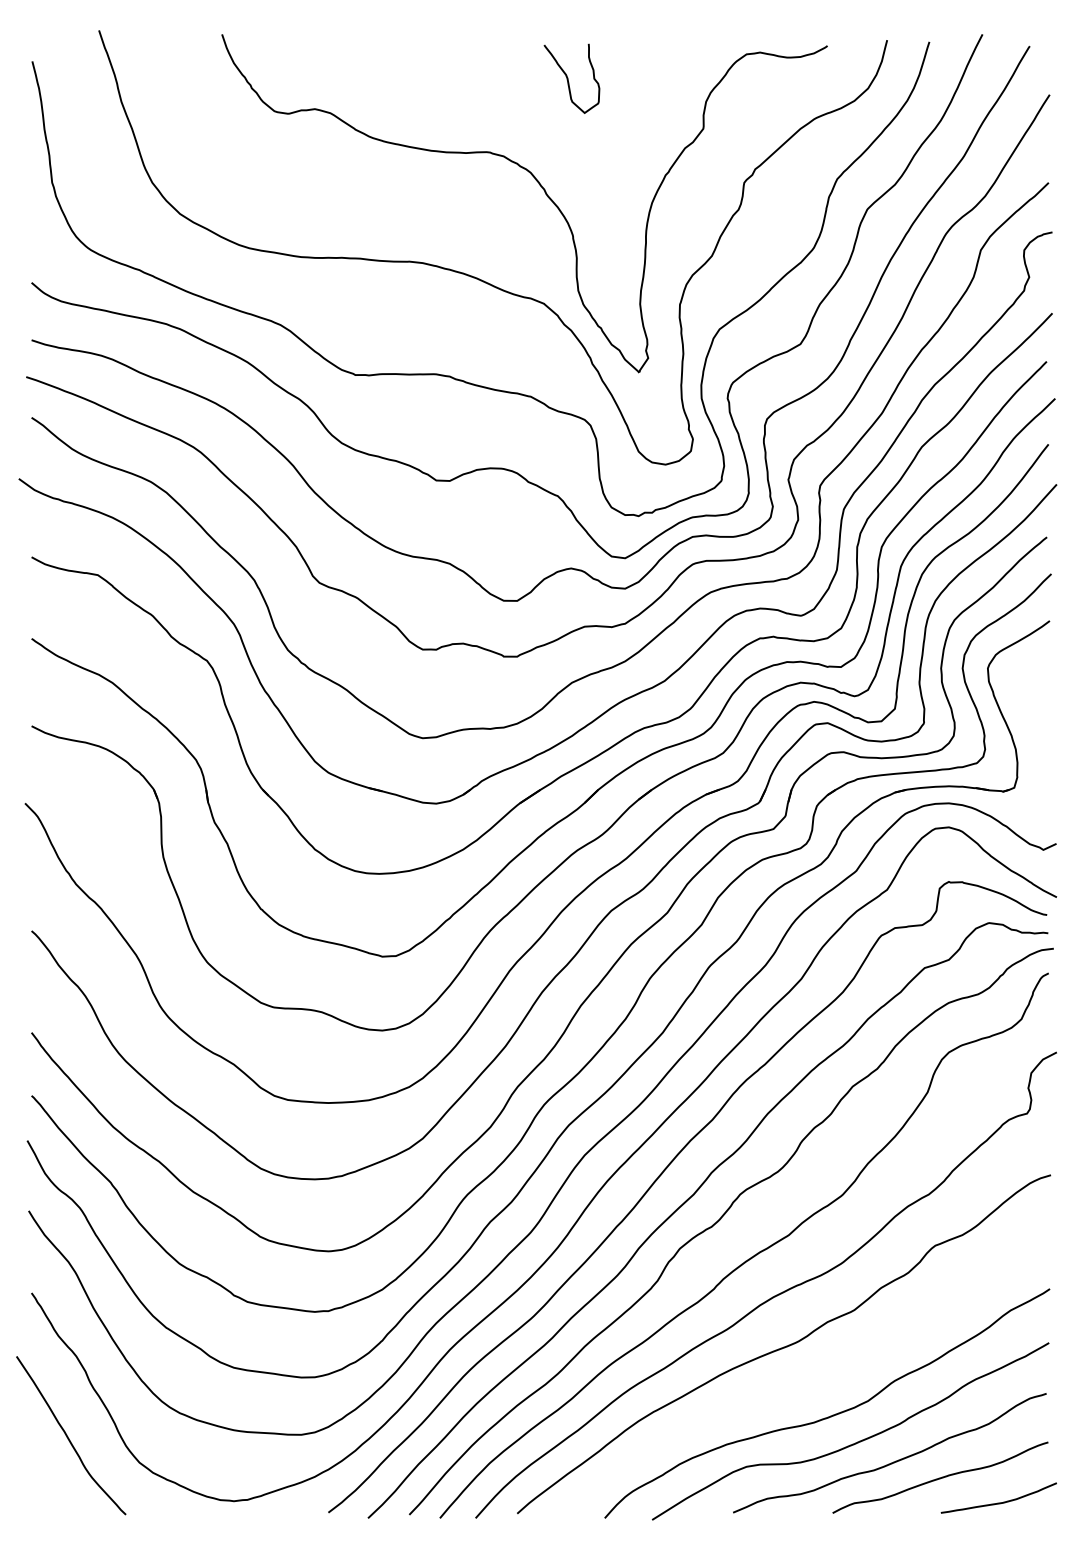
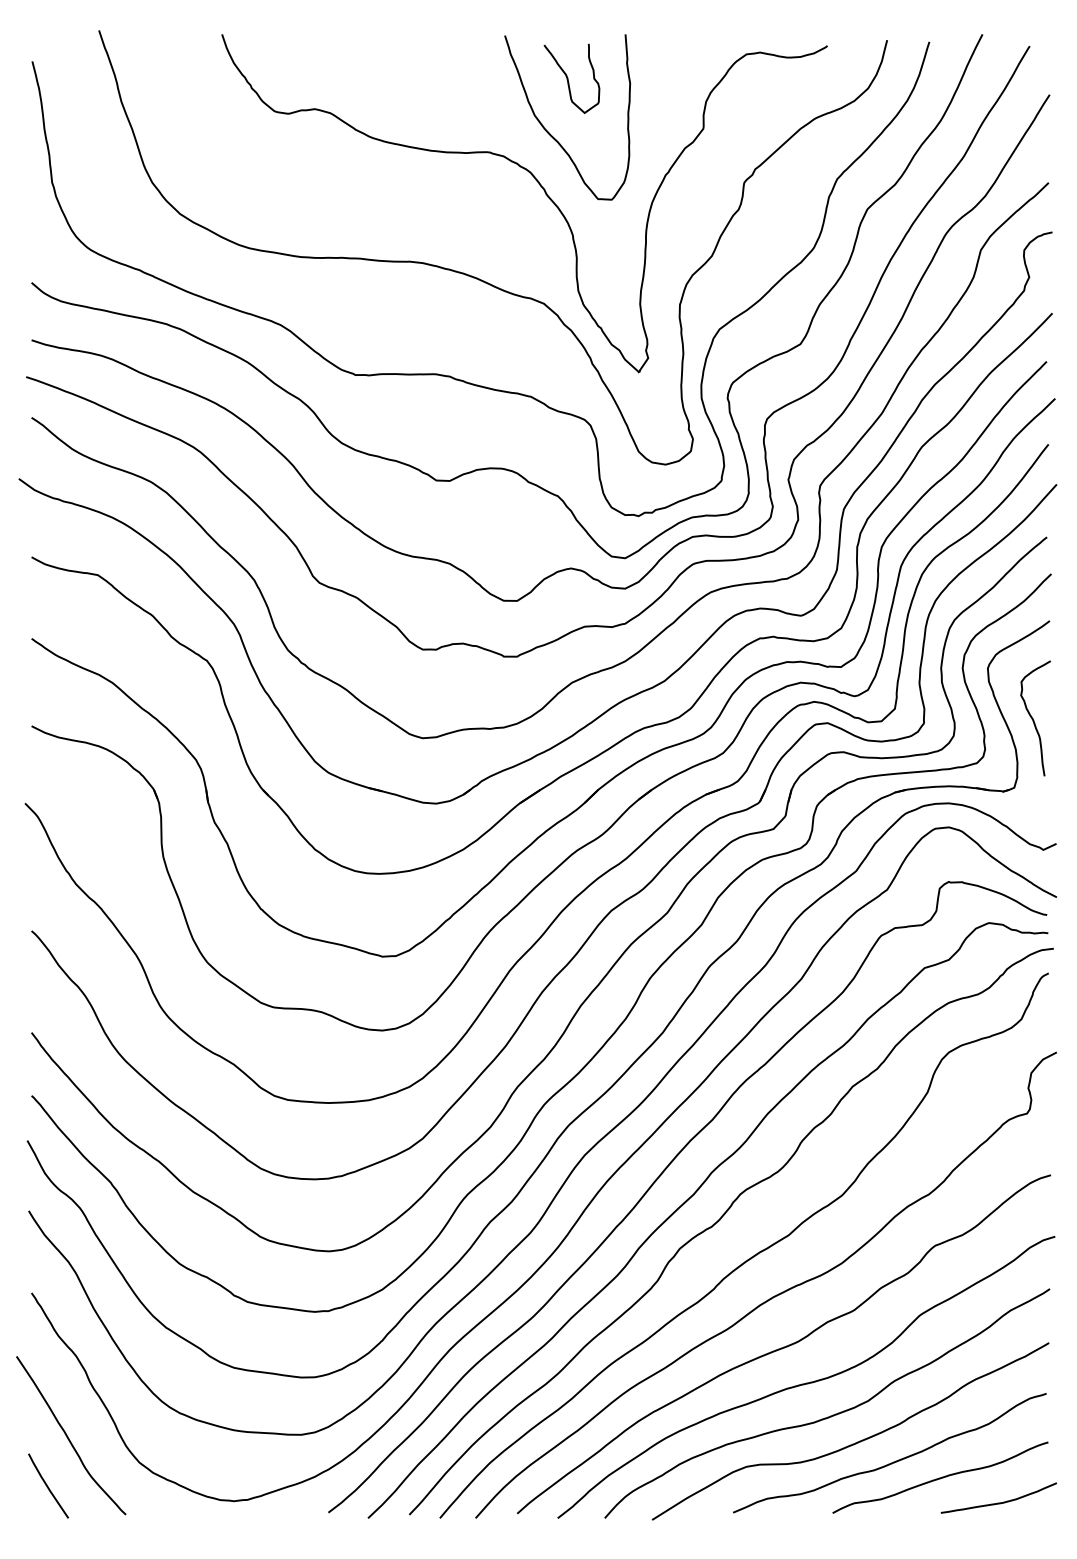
curve at (550, 133): none -> present
curve at (1033, 718): none -> present
curve at (806, 1382): none -> present
curve at (47, 1485): none -> present
